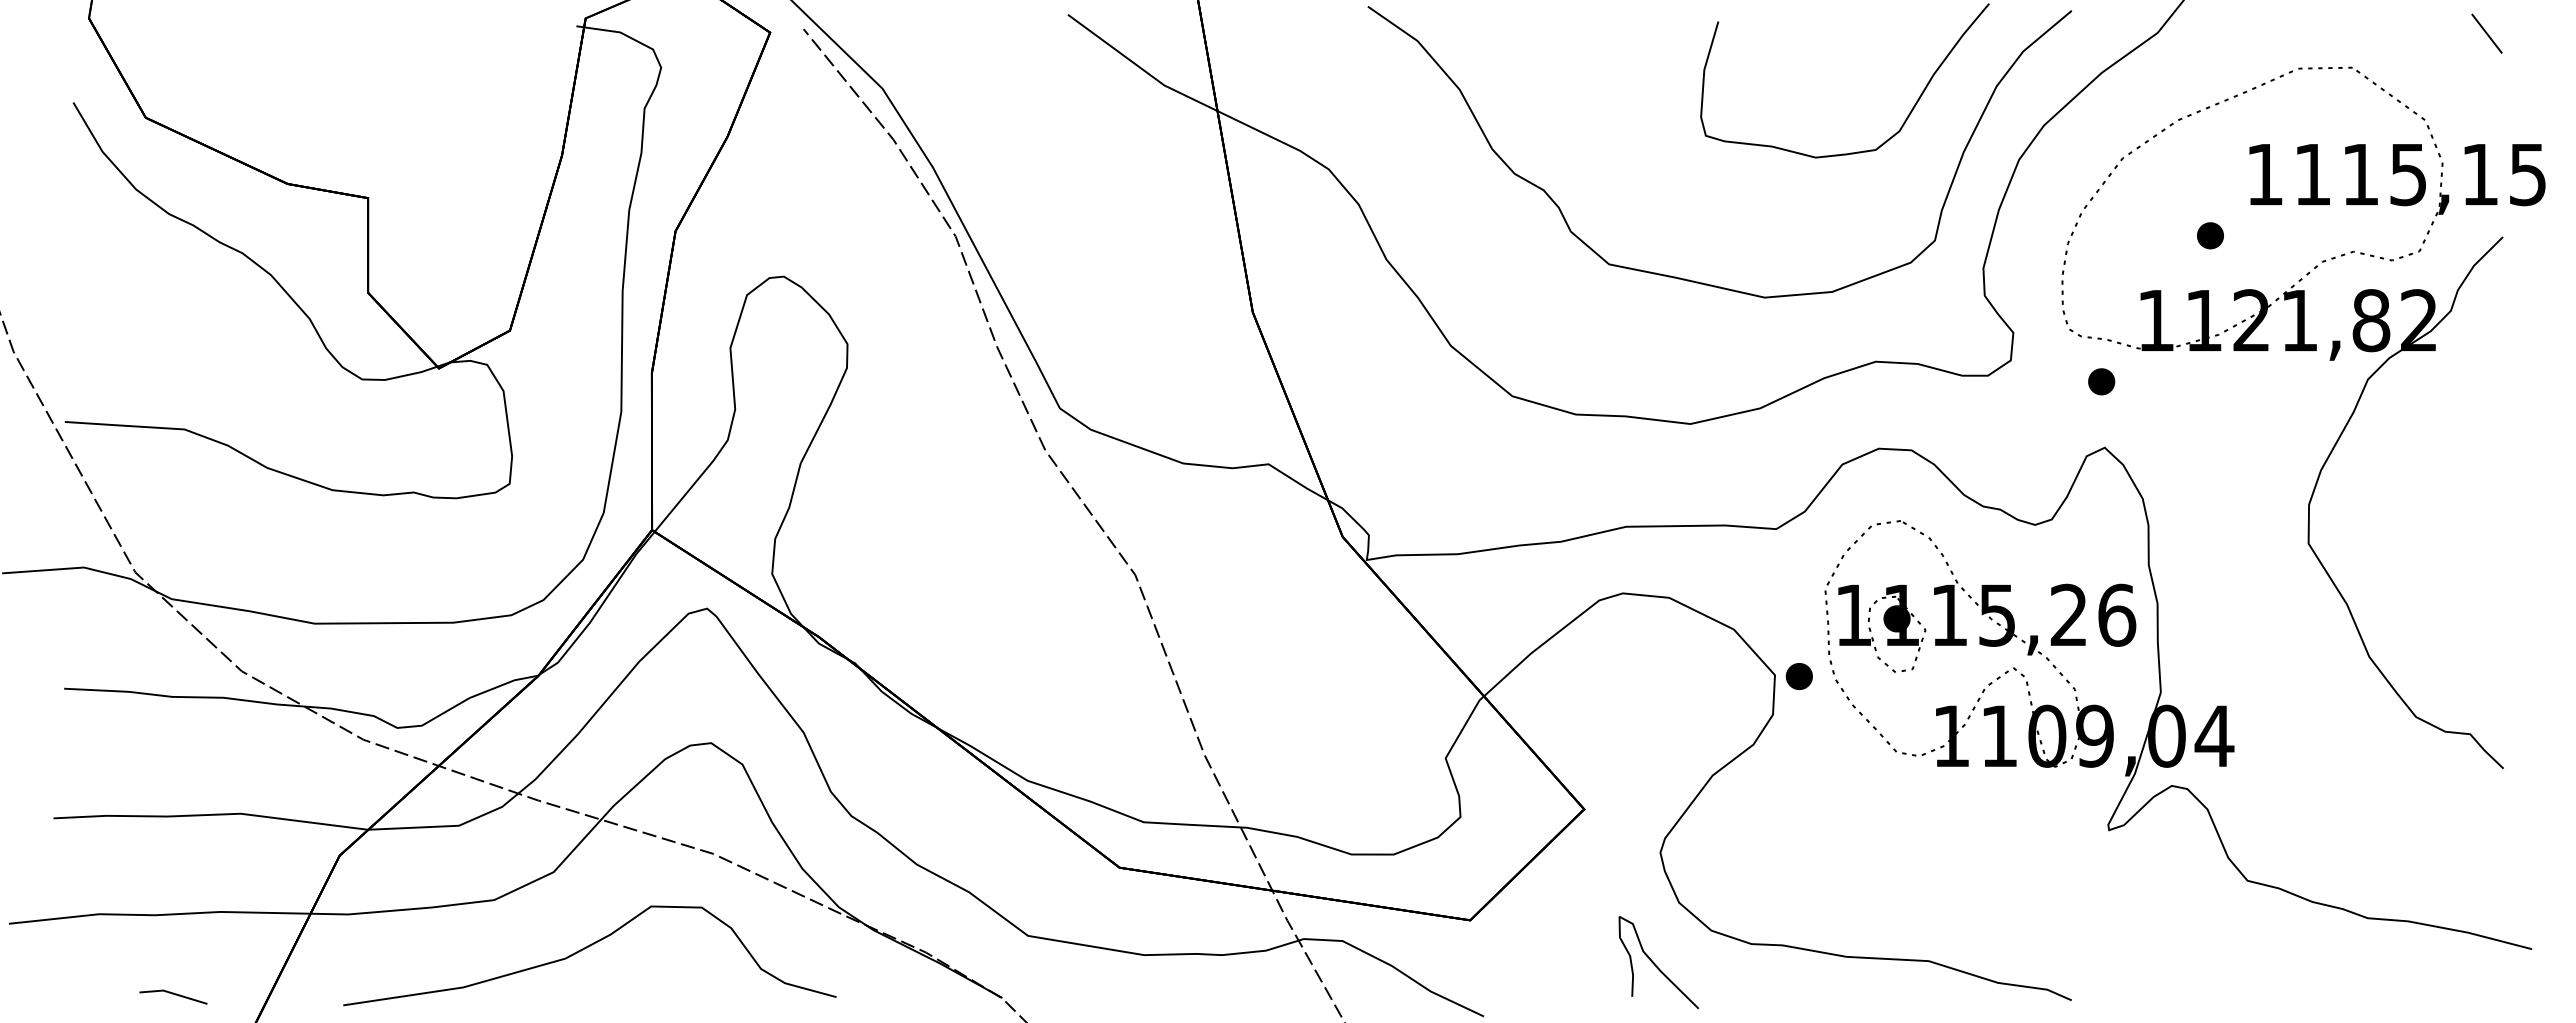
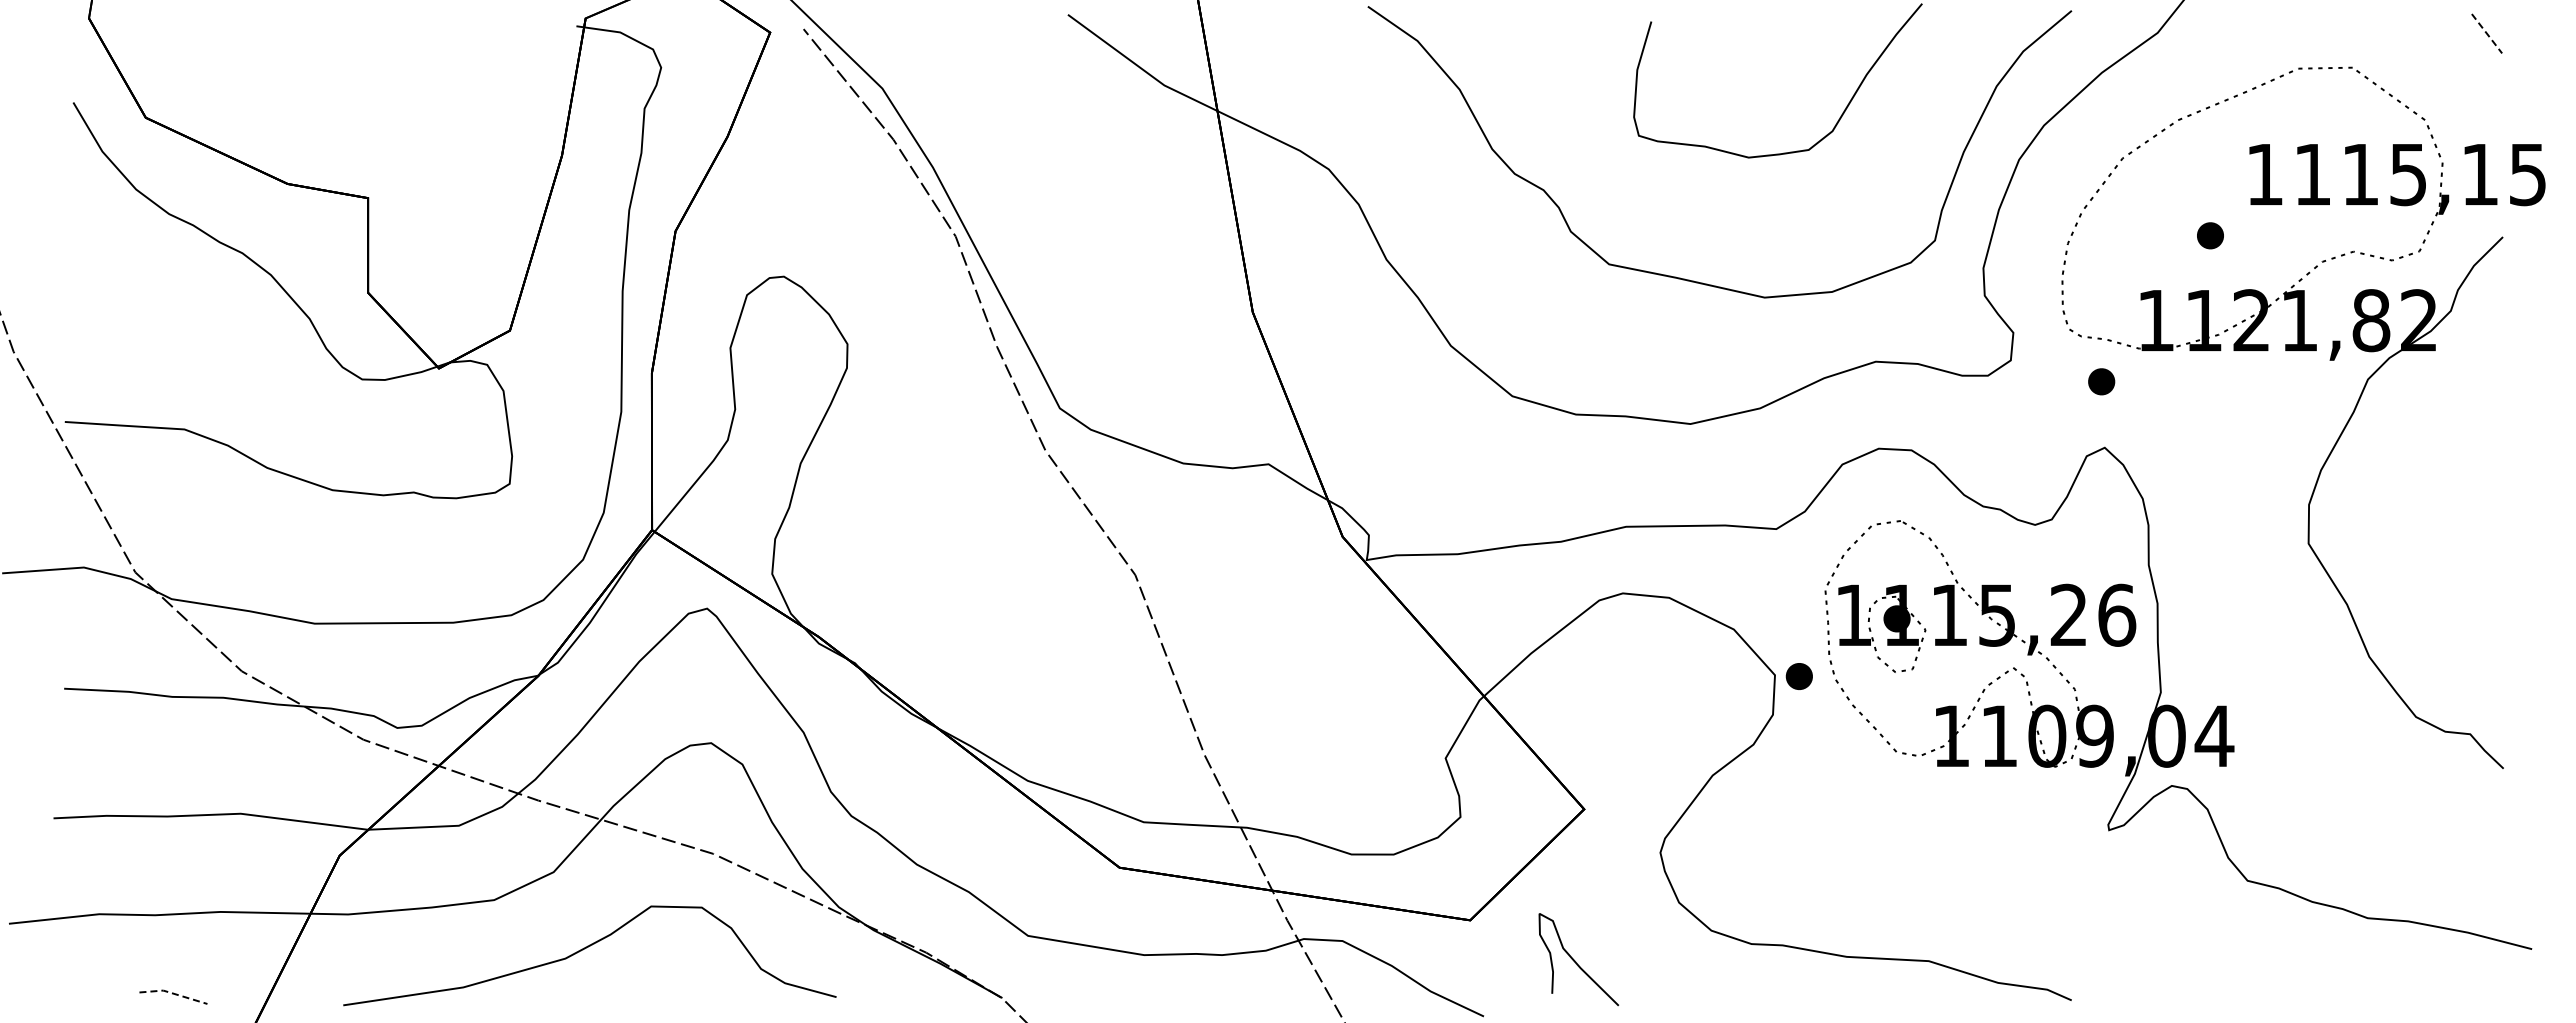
line at (2487, 33): solid -> dashed
curve at (1904, 120) position: (1904, 120) -> (1837, 120)
curve at (1656, 964) position: (1656, 964) -> (1576, 961)
line at (173, 993): solid -> dashed
